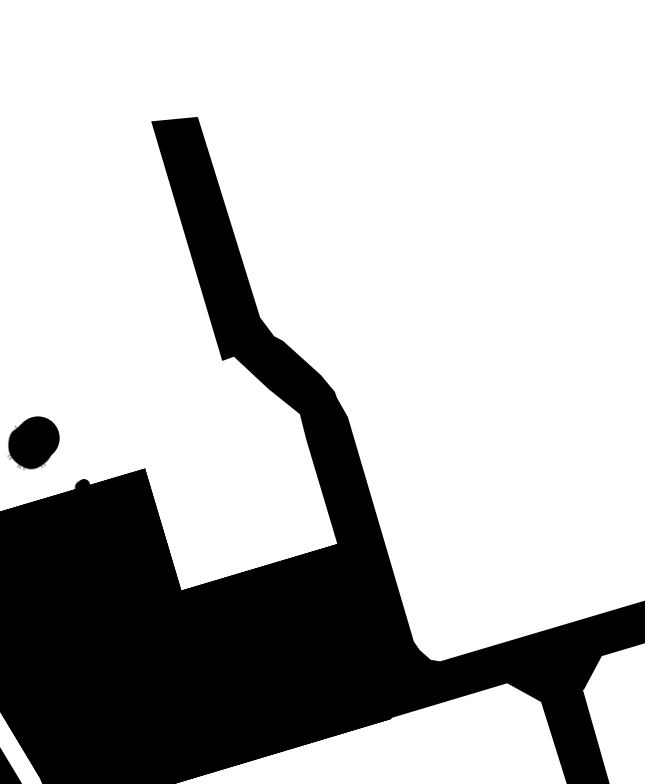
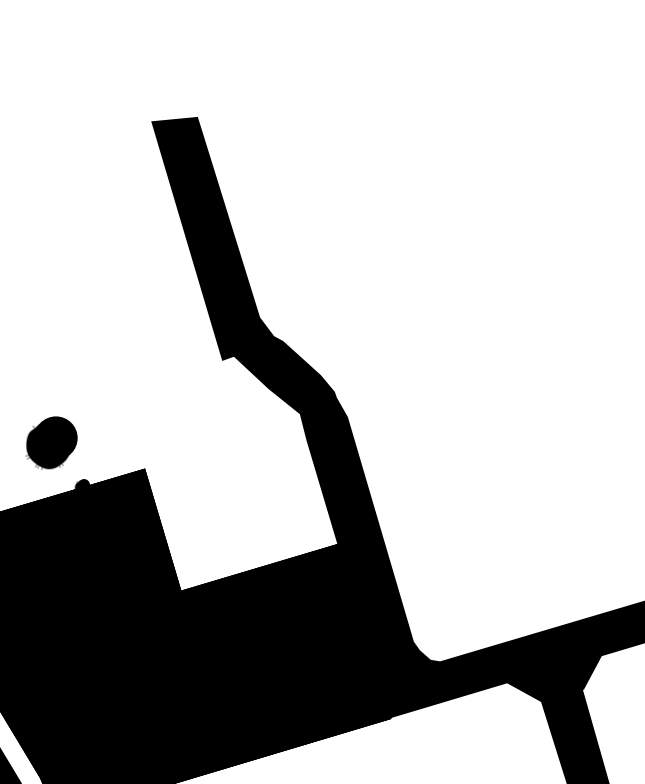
part at (33, 442) position: (33, 442) -> (51, 442)
